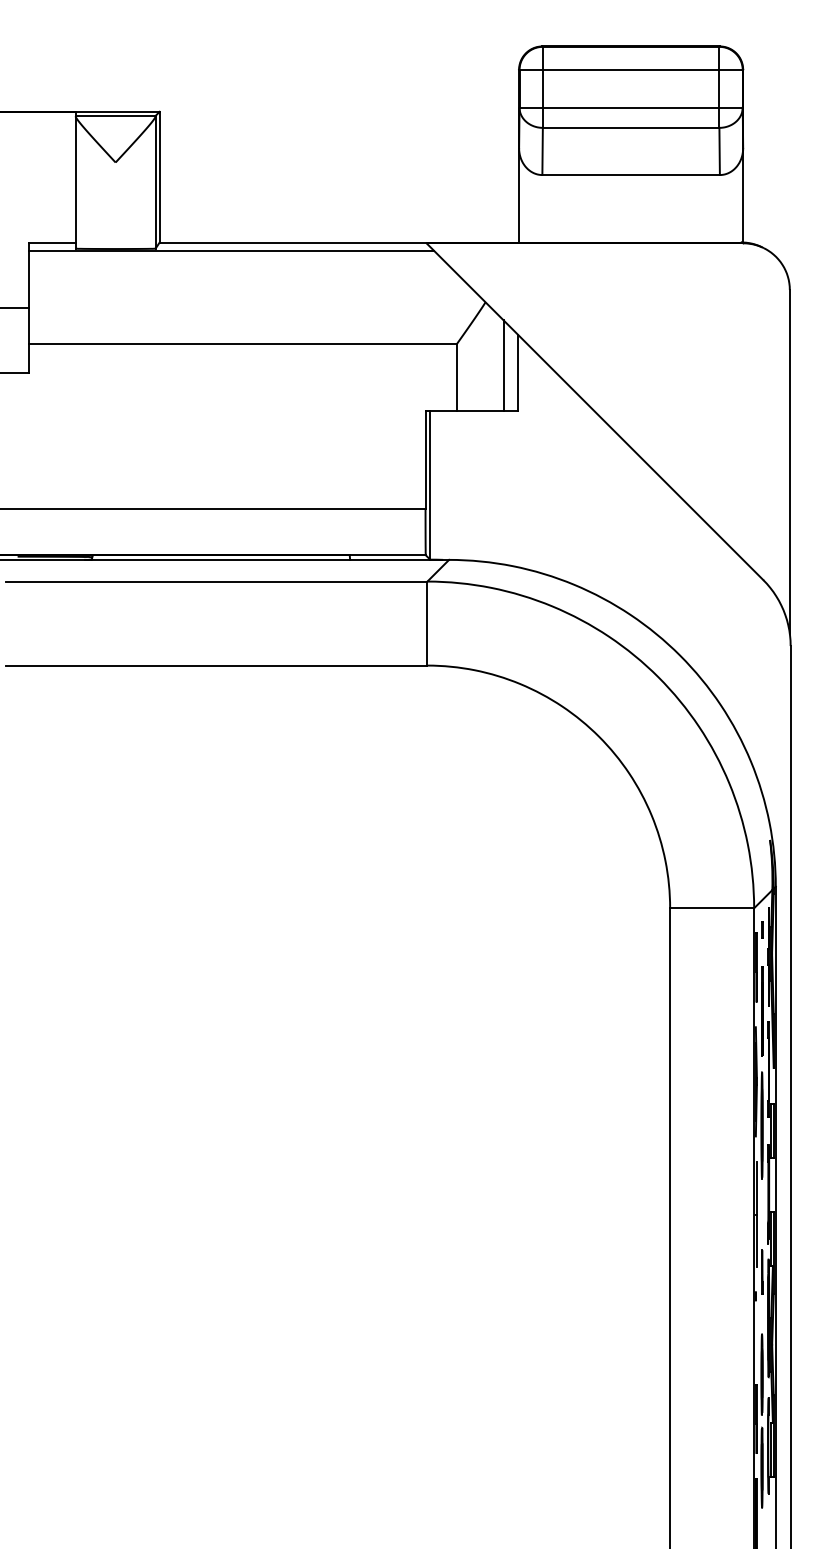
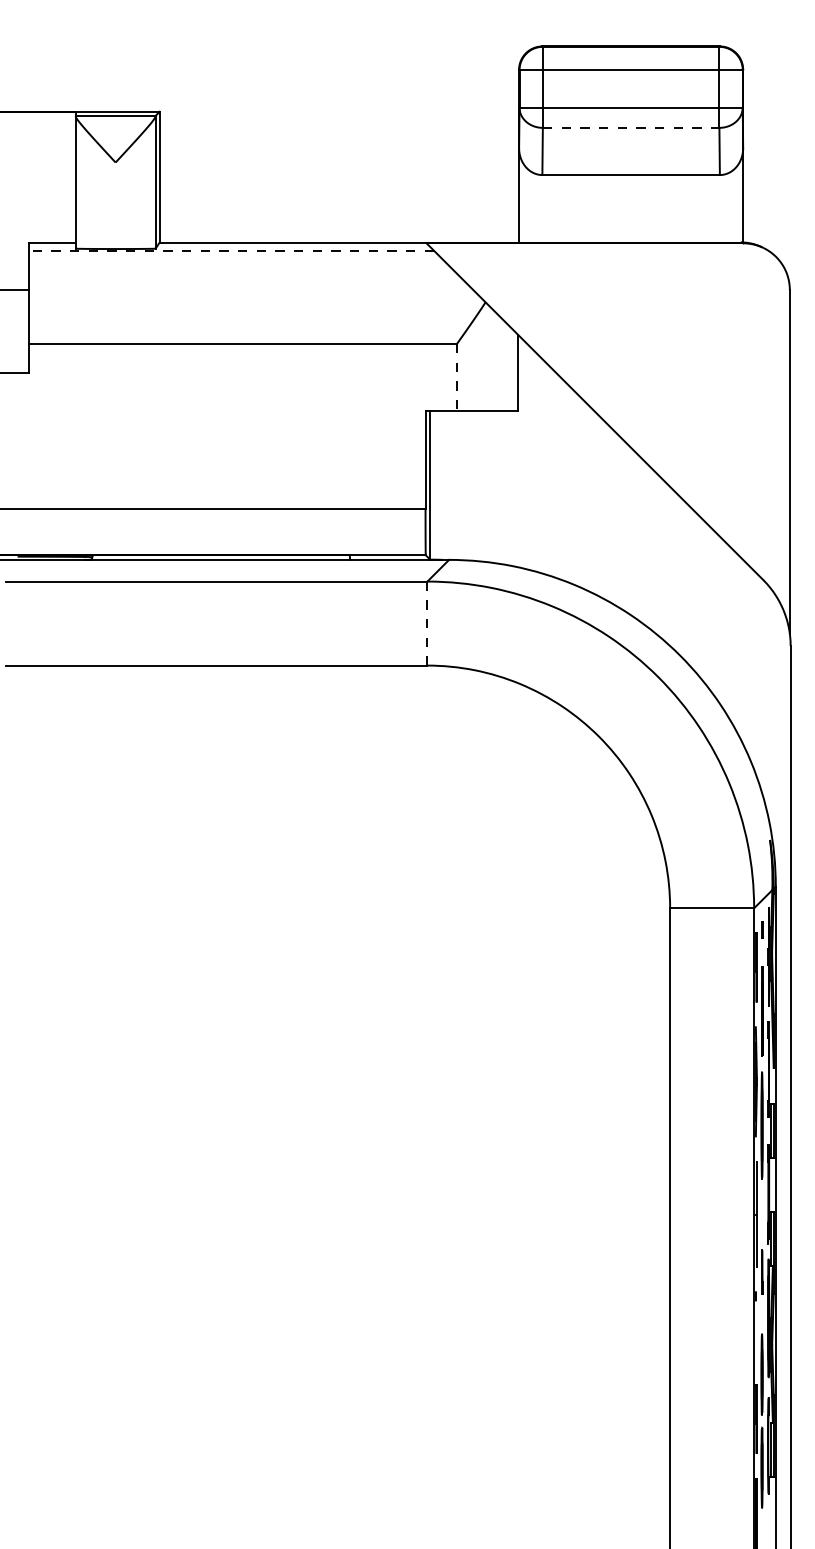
line at (631, 127): solid -> dashed
line at (230, 250): solid -> dashed
line at (15, 307) position: (15, 307) -> (15, 289)
line at (503, 365): present -> none
line at (456, 377): solid -> dashed
line at (427, 623): solid -> dashed
